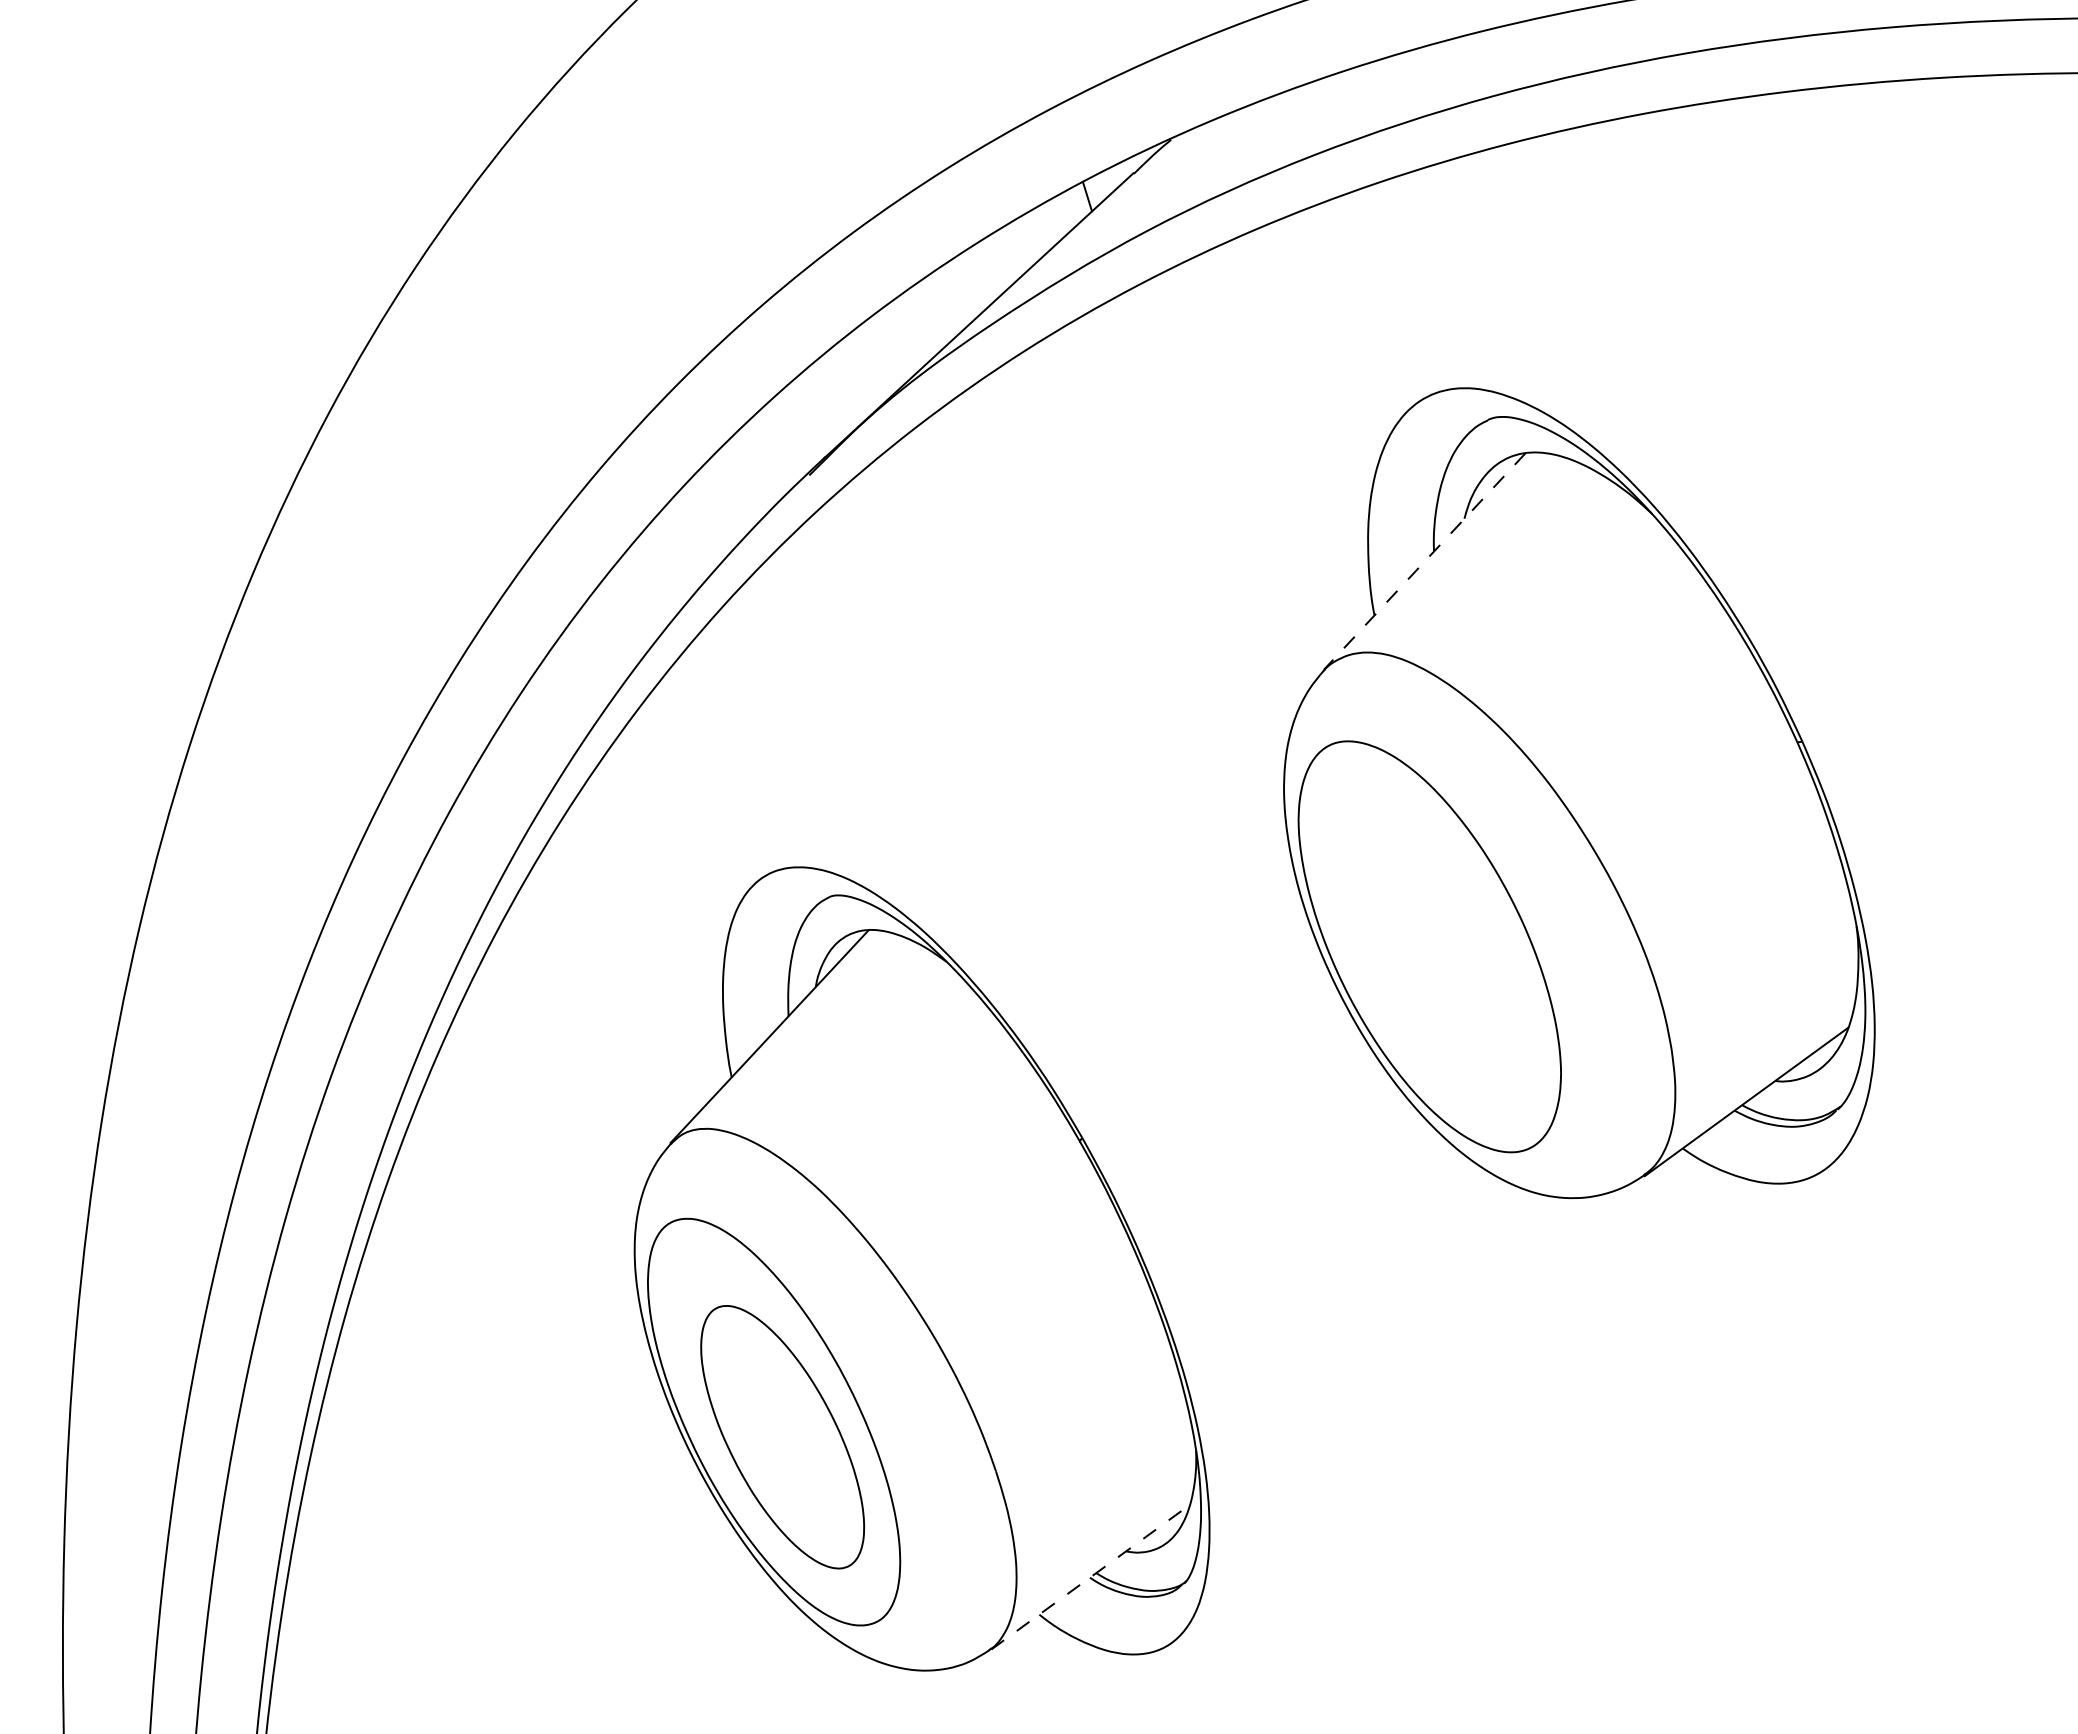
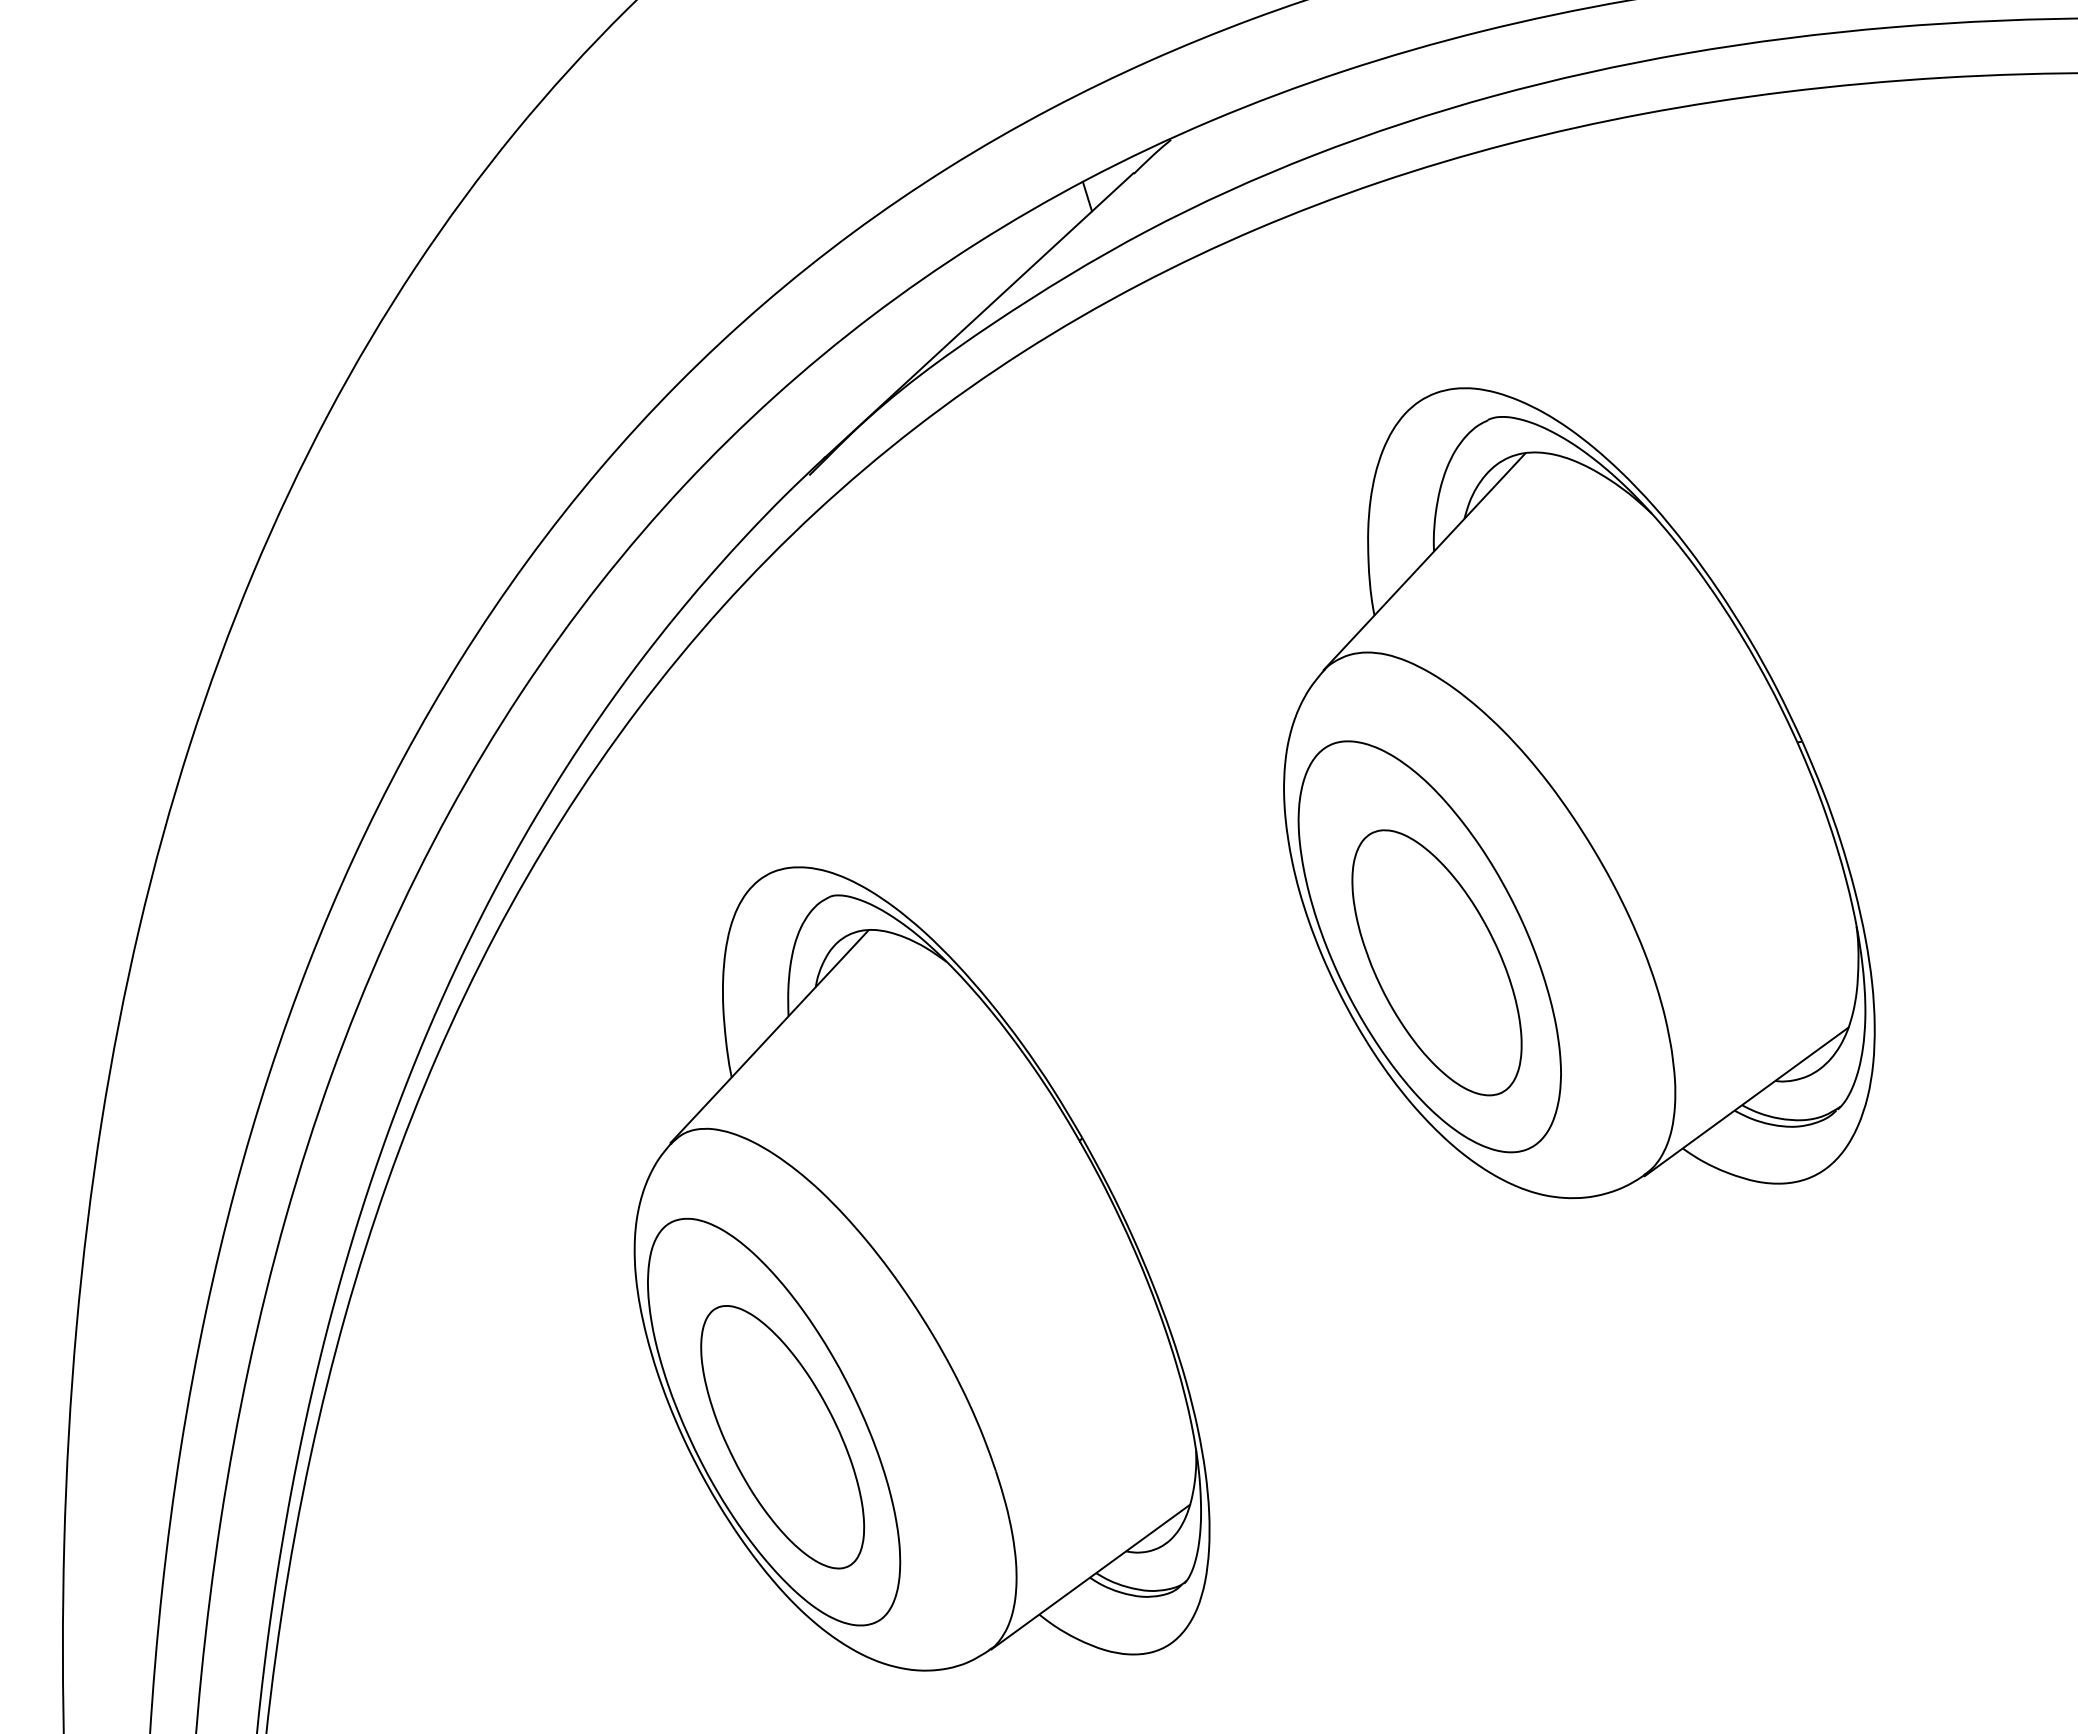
line at (1424, 561): dashed -> solid
part at (1436, 962): none -> present
line at (1090, 1577): dashed -> solid
